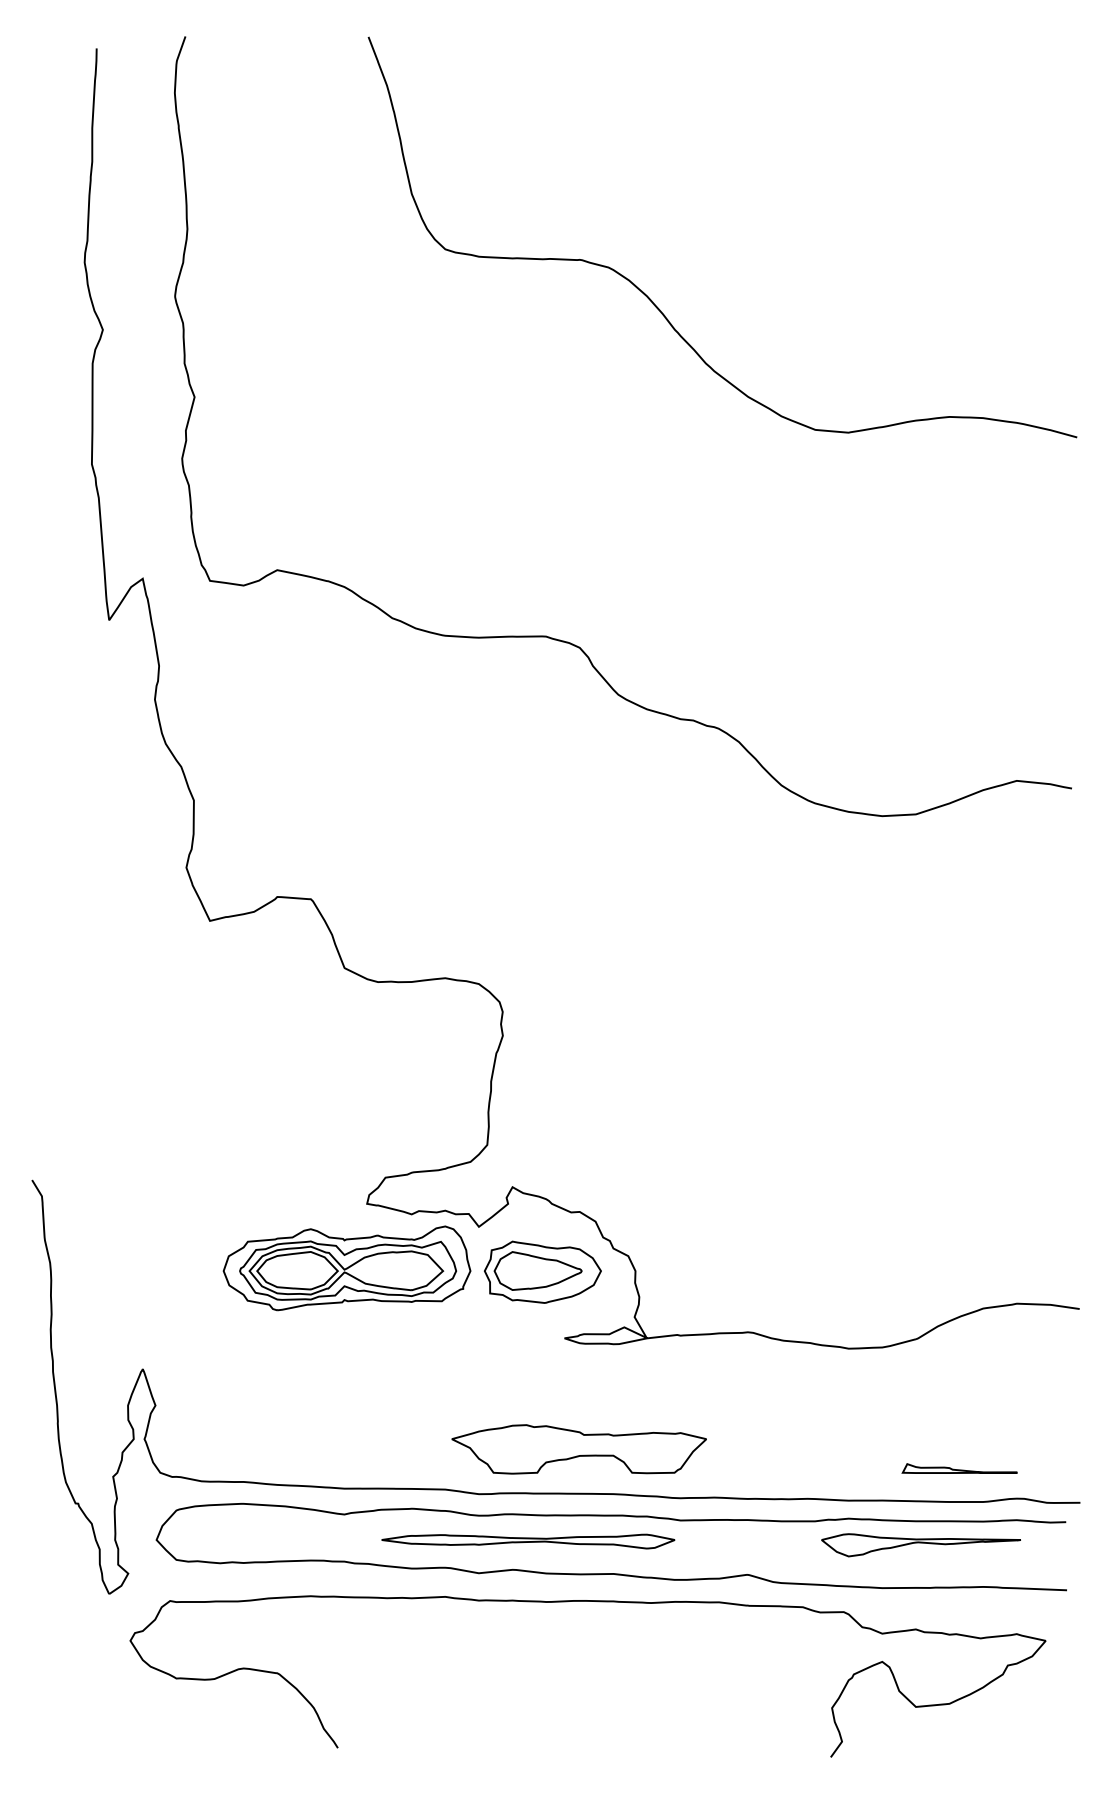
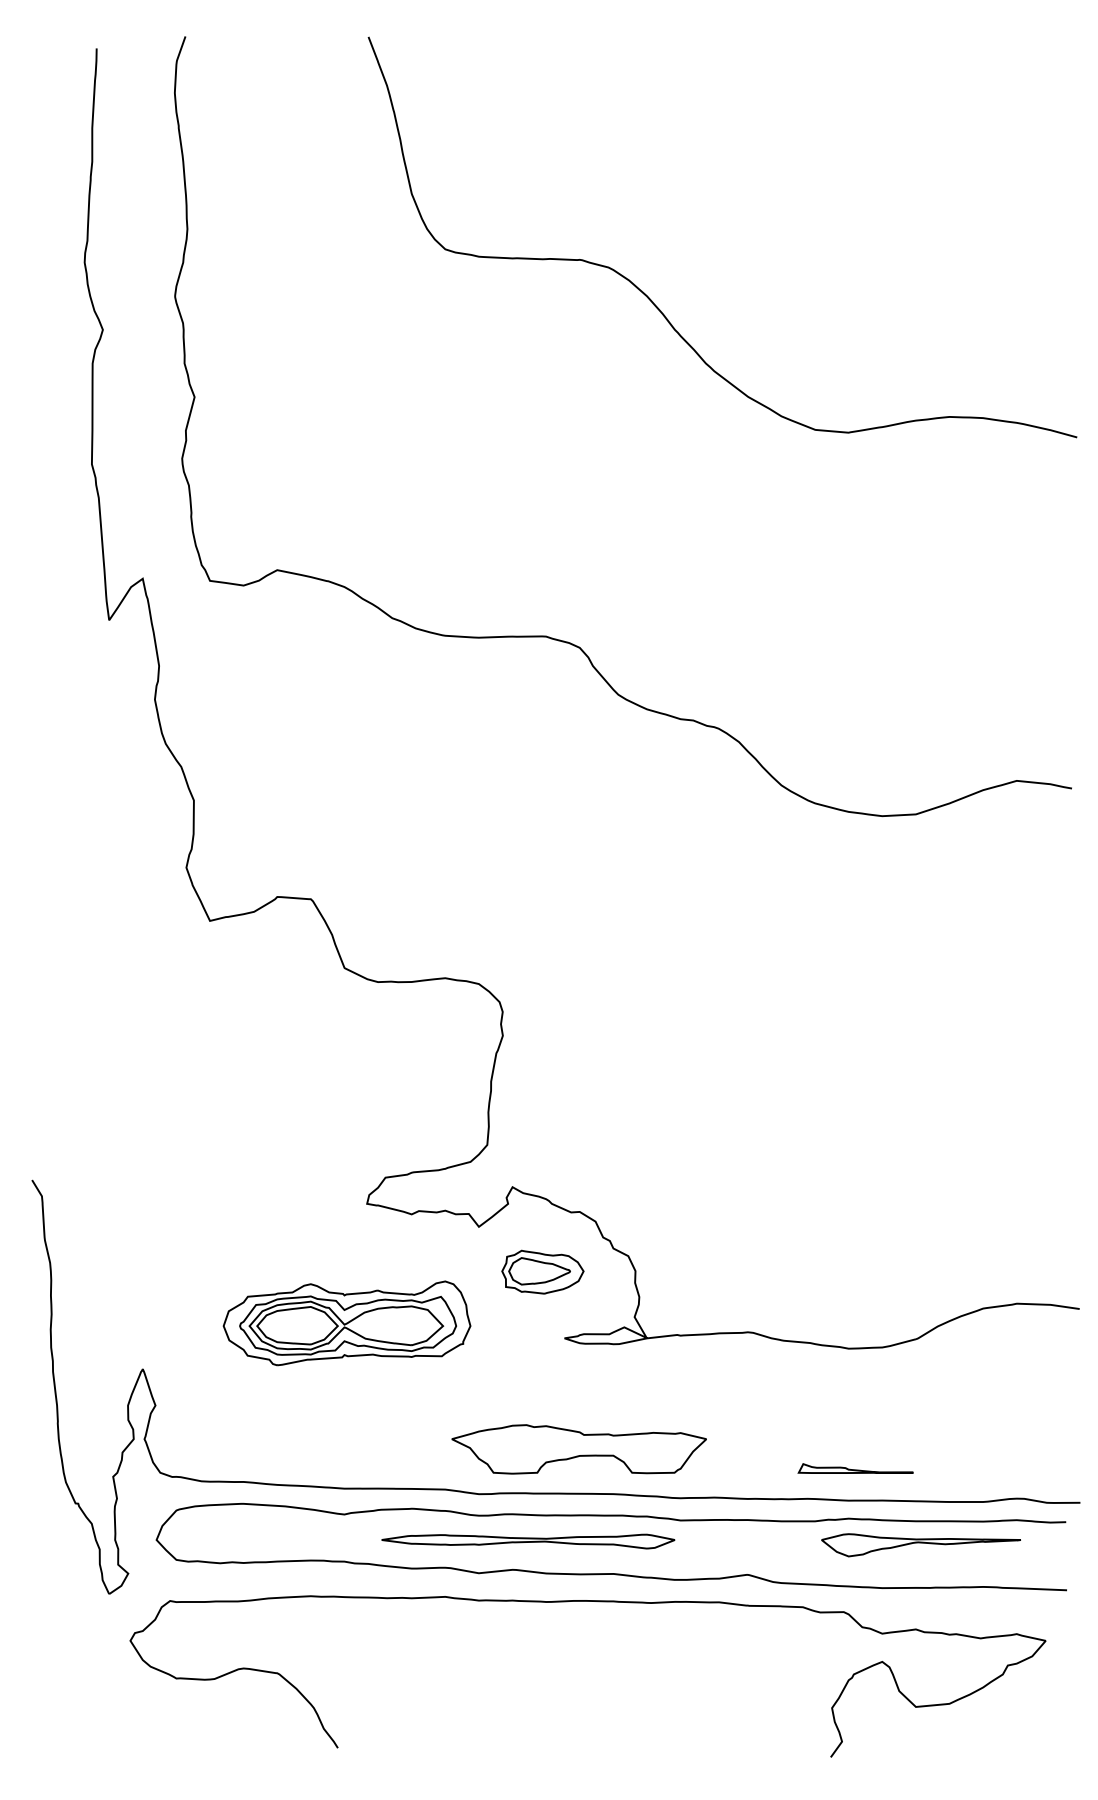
part at (346, 1268) position: (346, 1268) -> (346, 1323)
part at (542, 1271) size: 118x64 px -> 84x46 px
part at (959, 1468) position: (959, 1468) -> (855, 1468)
